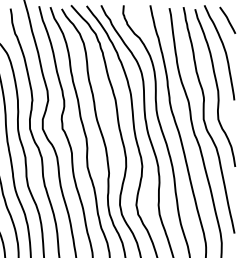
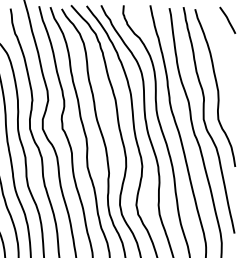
curve at (223, 49): present -> none
